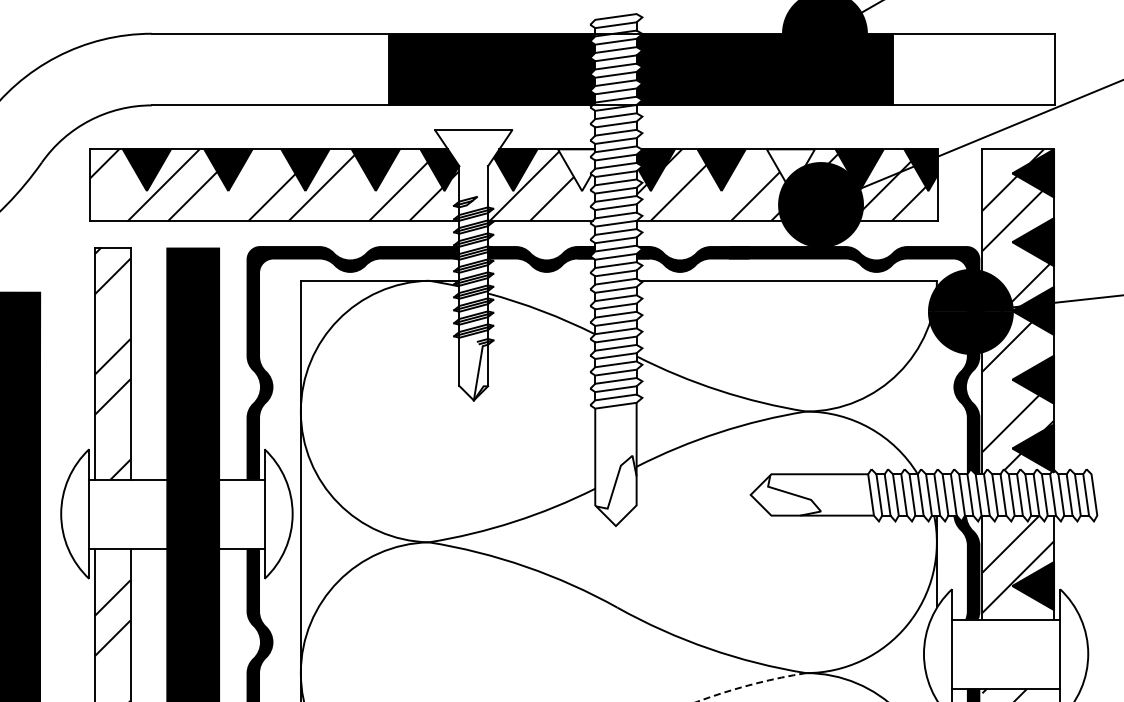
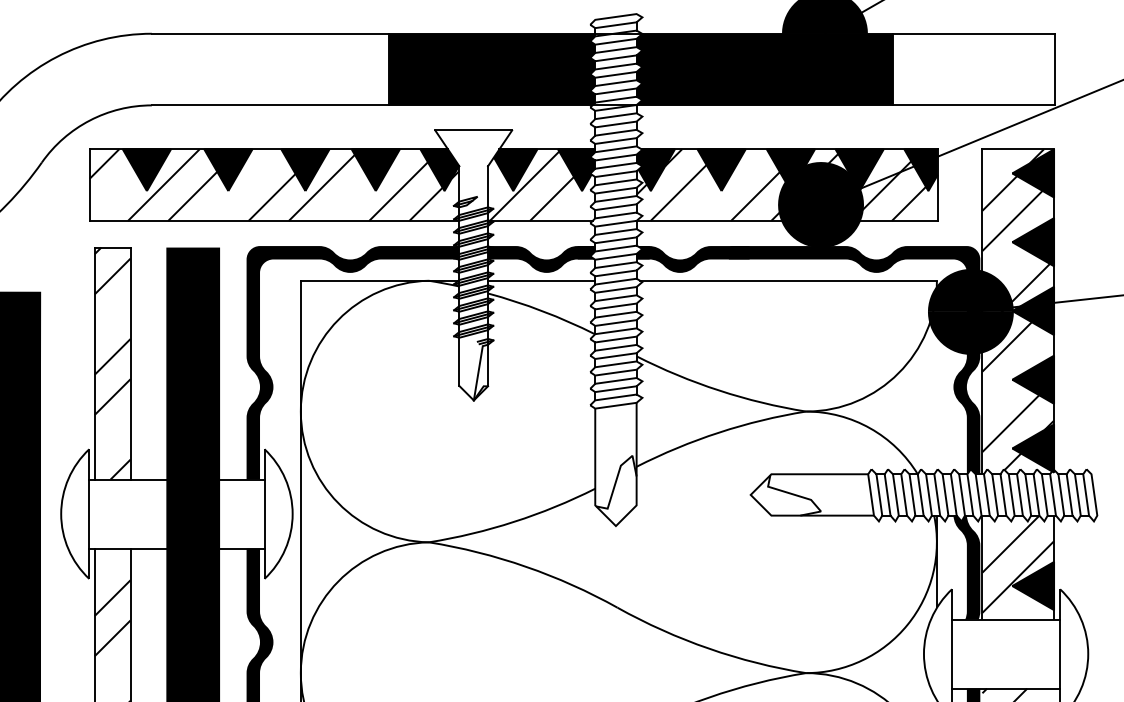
fill at (576, 170): none -> present
fill at (790, 170): none -> present
line at (541, 280): none -> present
arc at (750, 685): dashed -> solid
